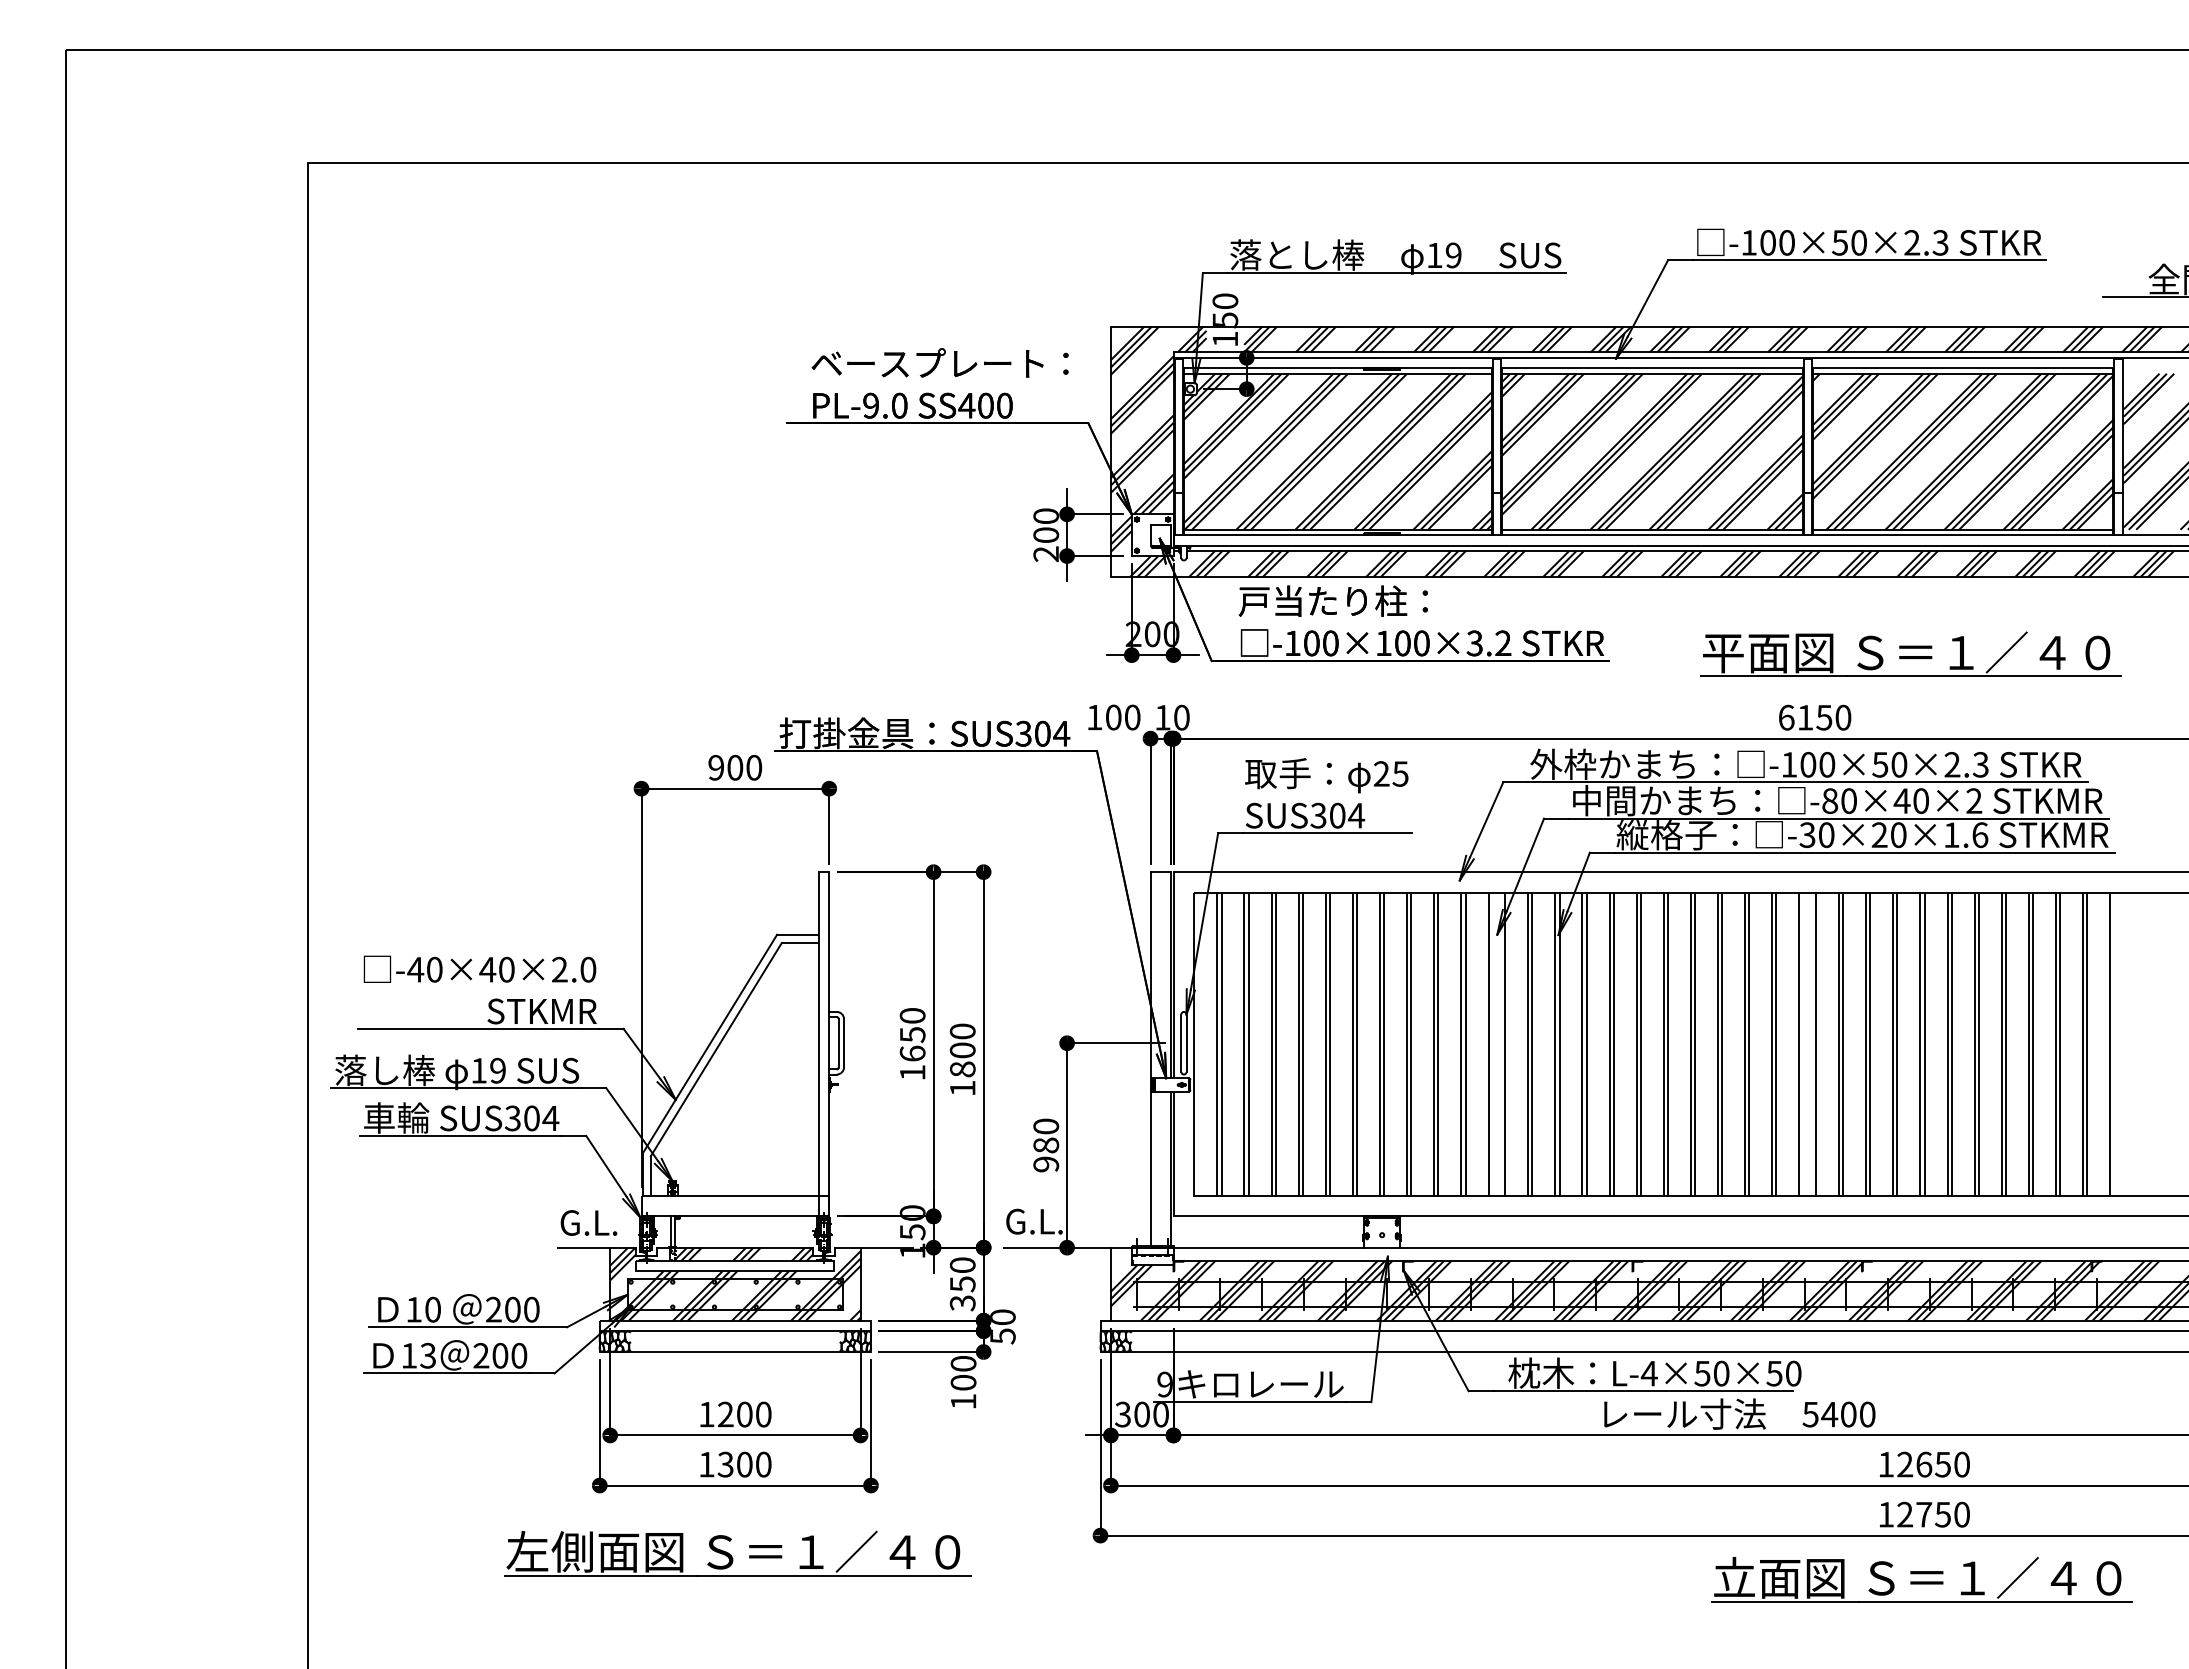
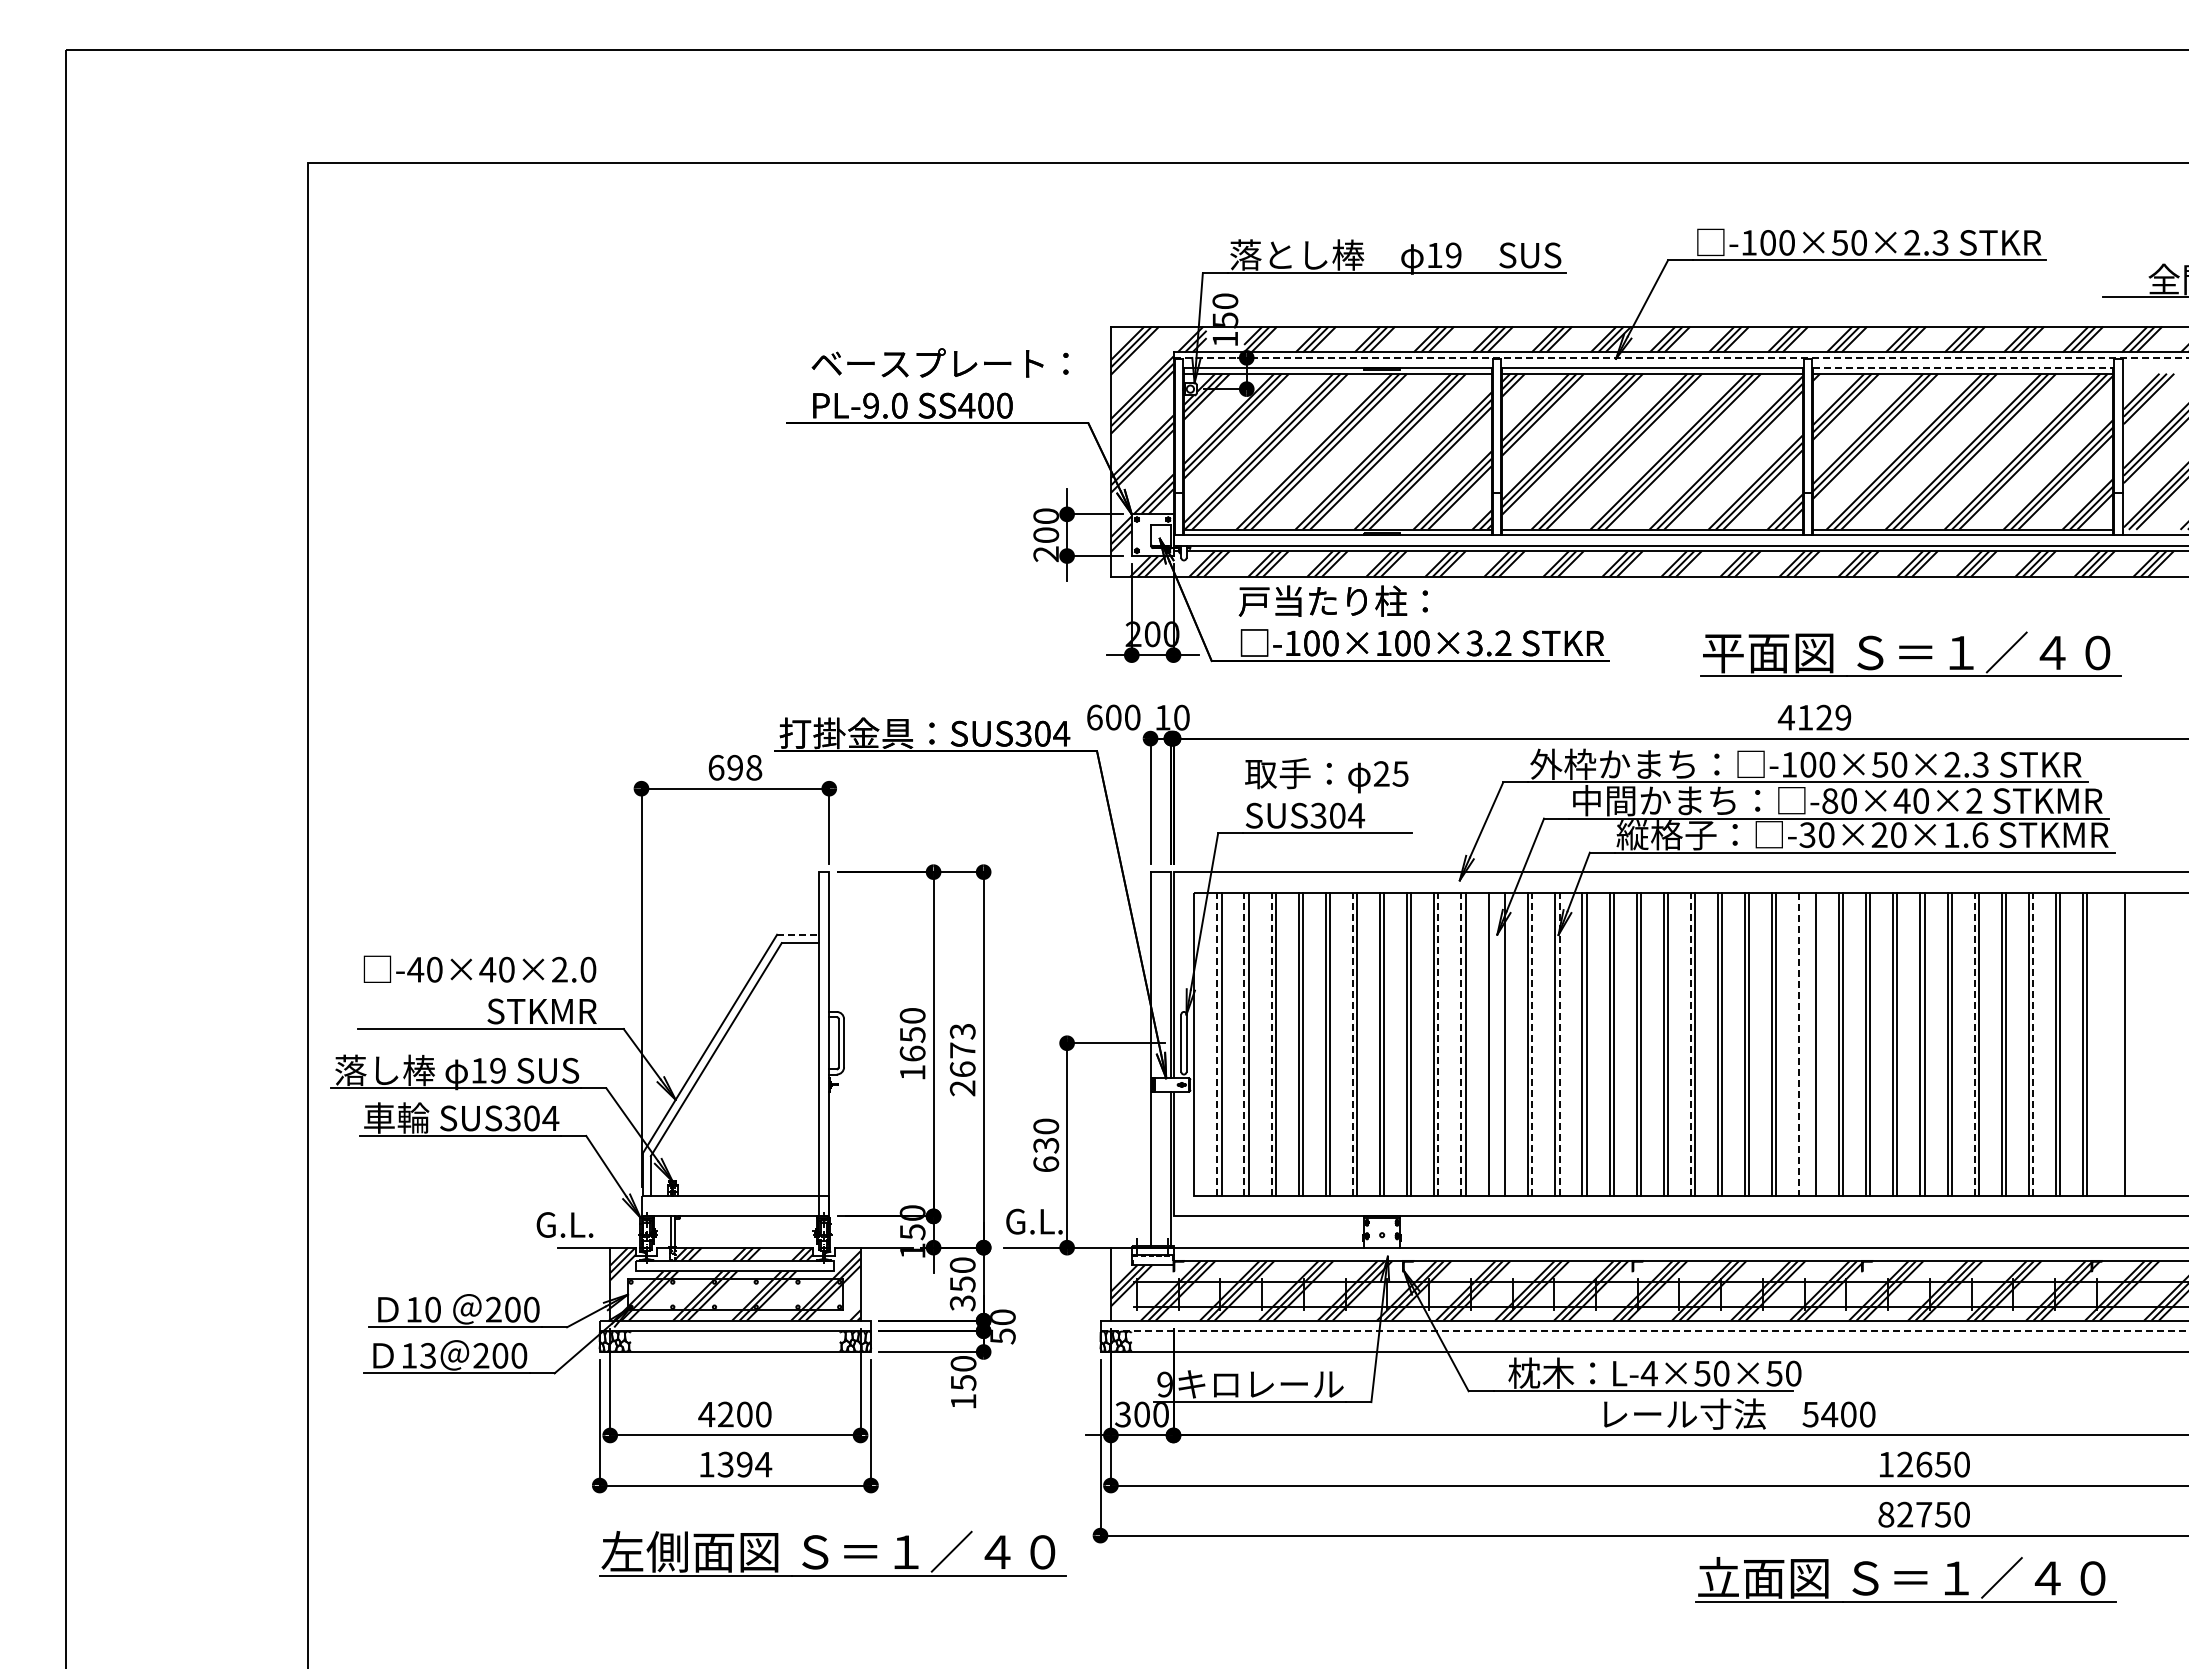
line at (1681, 357): solid -> dashed
line at (1963, 368): solid -> dashed
text at (1094, 717): 100 -> 600
text at (1814, 717): 6150 -> 4129
text at (735, 767): 900 -> 698
line at (797, 934): solid -> dashed
line at (1217, 1043): solid -> dashed
line at (1244, 1043): solid -> dashed
line at (1271, 1043): solid -> dashed
line at (1352, 1043): solid -> dashed
line at (1438, 1043): solid -> dashed
line at (1461, 1043): solid -> dashed
line at (1532, 1043): solid -> dashed
line at (1559, 1043): solid -> dashed
line at (1690, 1043): solid -> dashed
line at (1974, 1043): solid -> dashed
line at (2033, 1043): solid -> dashed
line at (1799, 1044): solid -> dashed
line at (2110, 1044) position: (2110, 1044) -> (2125, 1044)
text at (962, 1059): 1800 -> 2673
text at (1046, 1154): 980 -> 630
text at (588, 1222) position: (588, 1222) -> (564, 1224)
line at (1644, 1331): solid -> dashed
text at (963, 1382): 100 -> 150
text at (706, 1414): 1200 -> 4200
text at (754, 1464): 1300 -> 1394
text at (1886, 1514): 12750 -> 82750
part at (737, 1553) position: (737, 1553) -> (832, 1553)
part at (1921, 1579) position: (1921, 1579) -> (1905, 1579)
